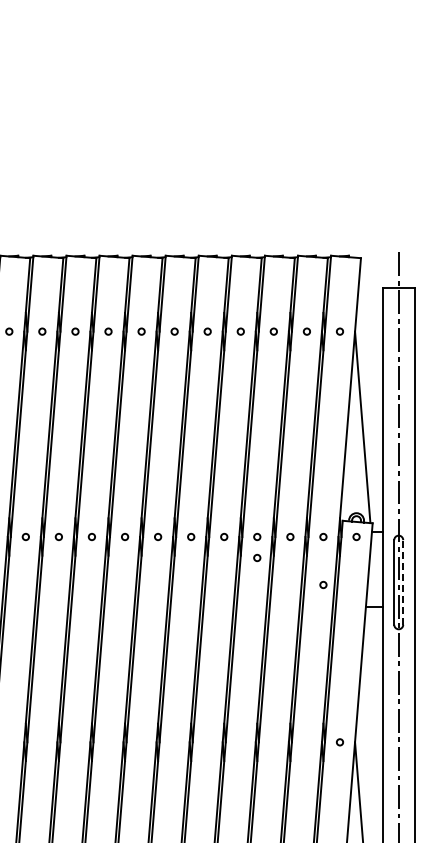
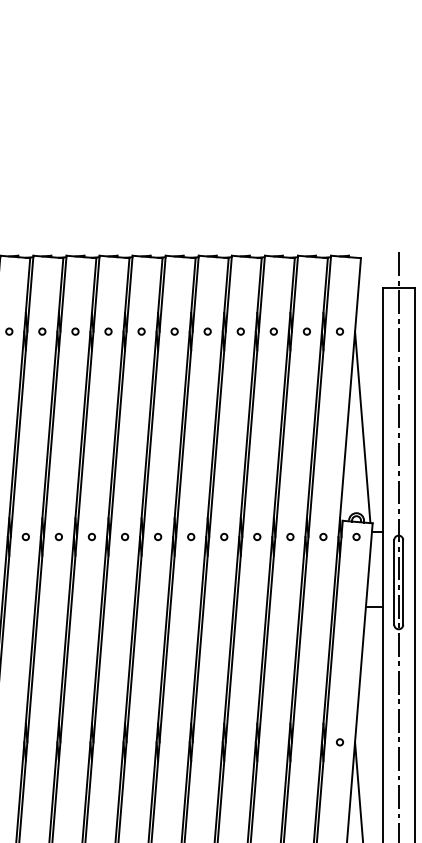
circle at (257, 557): present -> none
line at (403, 581): dashed -> solid
circle at (323, 584): present -> none
